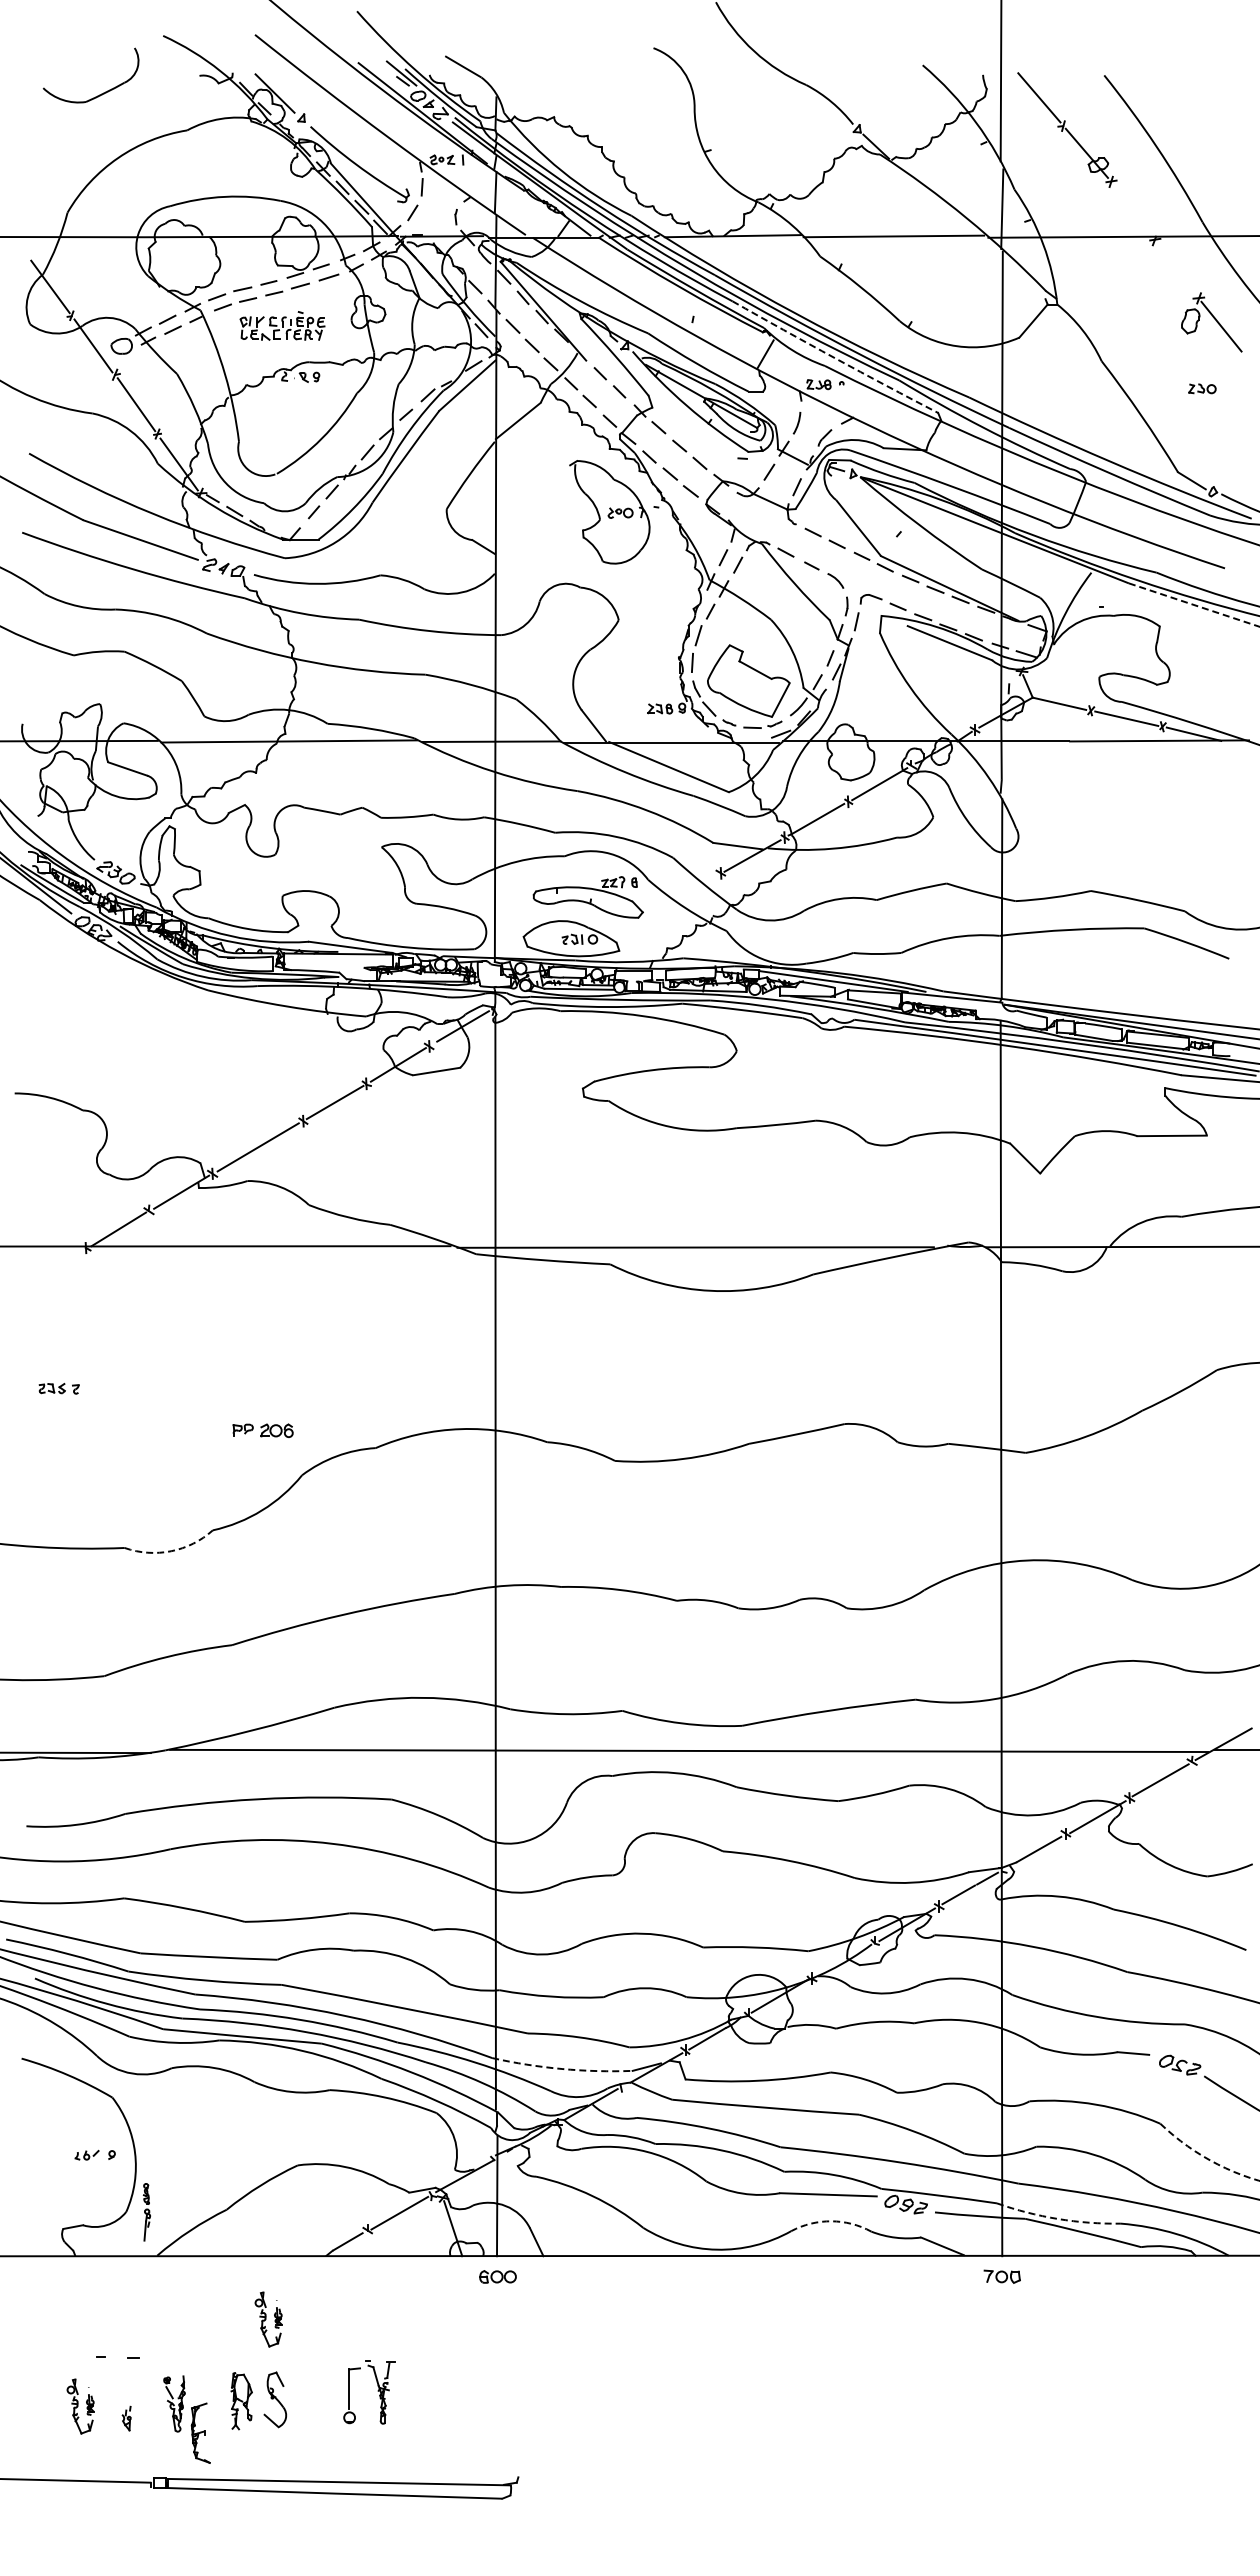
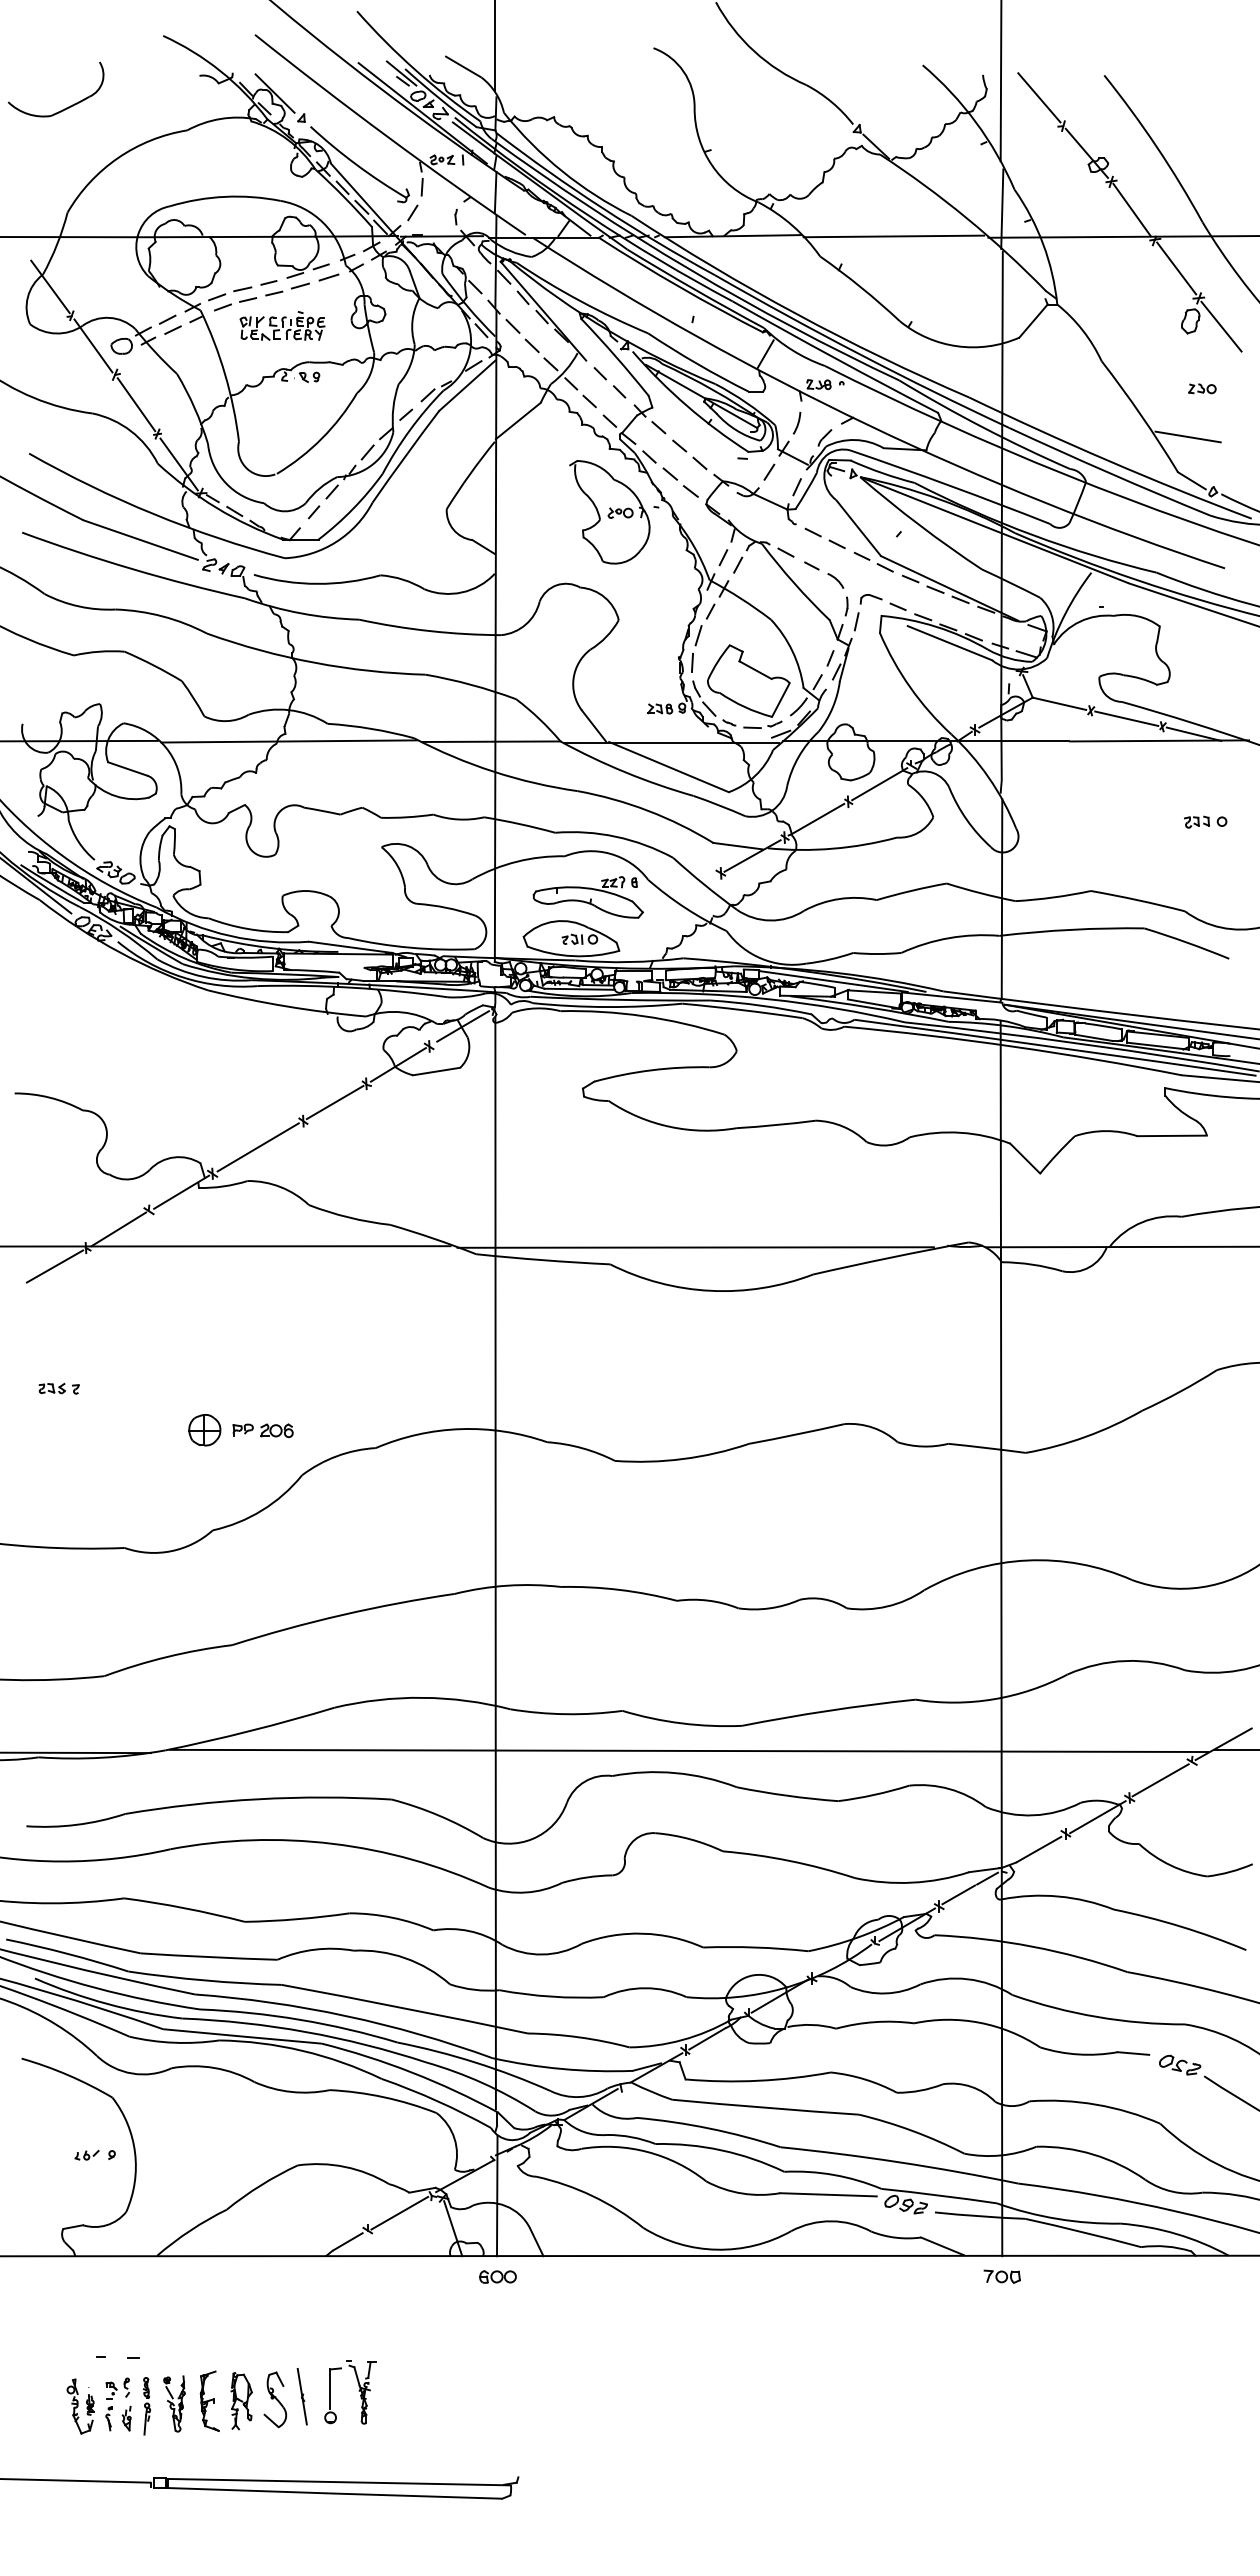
line at (494, 46): none -> present
part at (99, 94) position: (99, 94) -> (64, 108)
line at (1131, 209): none -> present
line at (1176, 268): none -> present
arc at (834, 358): dashed -> solid
line at (1187, 436): none -> present
line at (1194, 605): dashed -> solid
part at (1205, 821): none -> present
line at (54, 1266): none -> present
part at (204, 1430): none -> present
arc at (171, 1551): dashed -> solid
arc at (562, 2068): dashed -> solid
arc at (1206, 2158): dashed -> solid
part at (146, 2212) position: (146, 2212) -> (146, 2406)
arc at (1057, 2218): dashed -> solid
arc at (831, 2221): dashed -> solid
part at (268, 2319): present -> none
part at (377, 2391) position: (377, 2391) -> (358, 2391)
part at (301, 2396): none -> present
part at (117, 2404): none -> present
part at (200, 2432) position: (200, 2432) -> (209, 2400)
